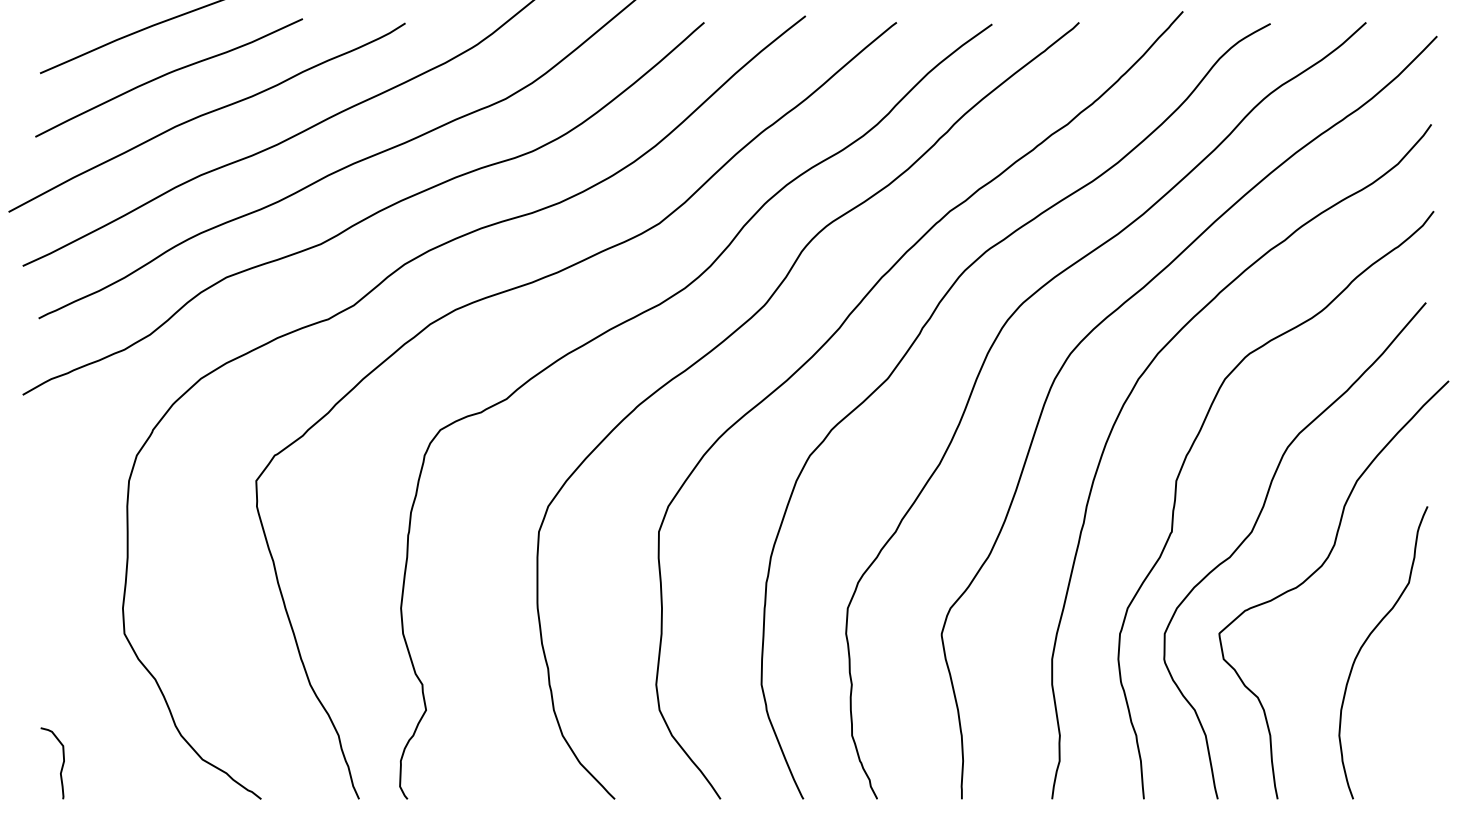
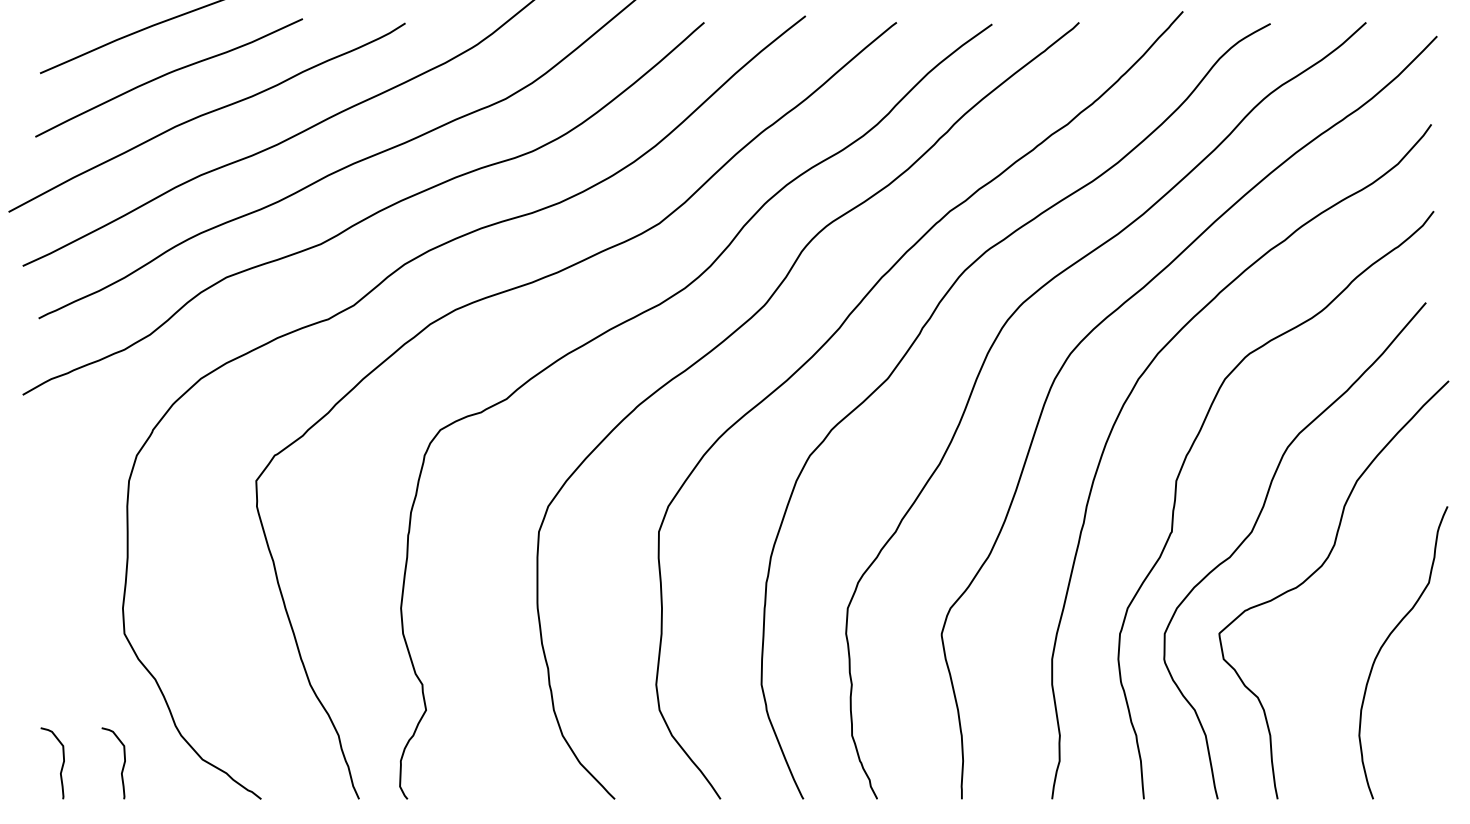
curve at (1367, 640) position: (1367, 640) -> (1387, 640)
curve at (122, 766): none -> present
